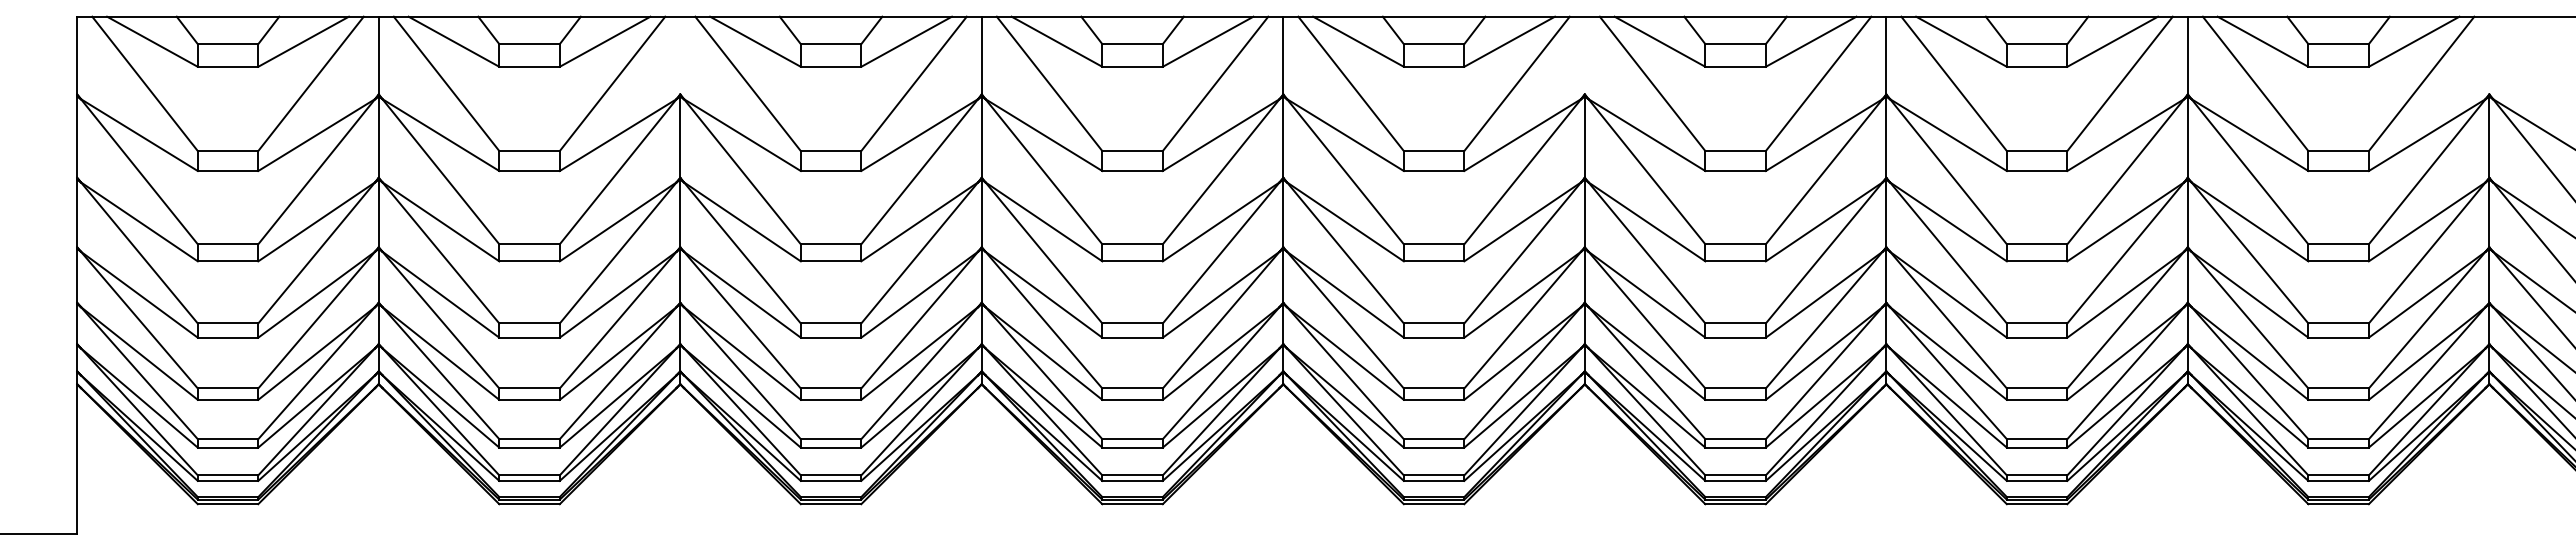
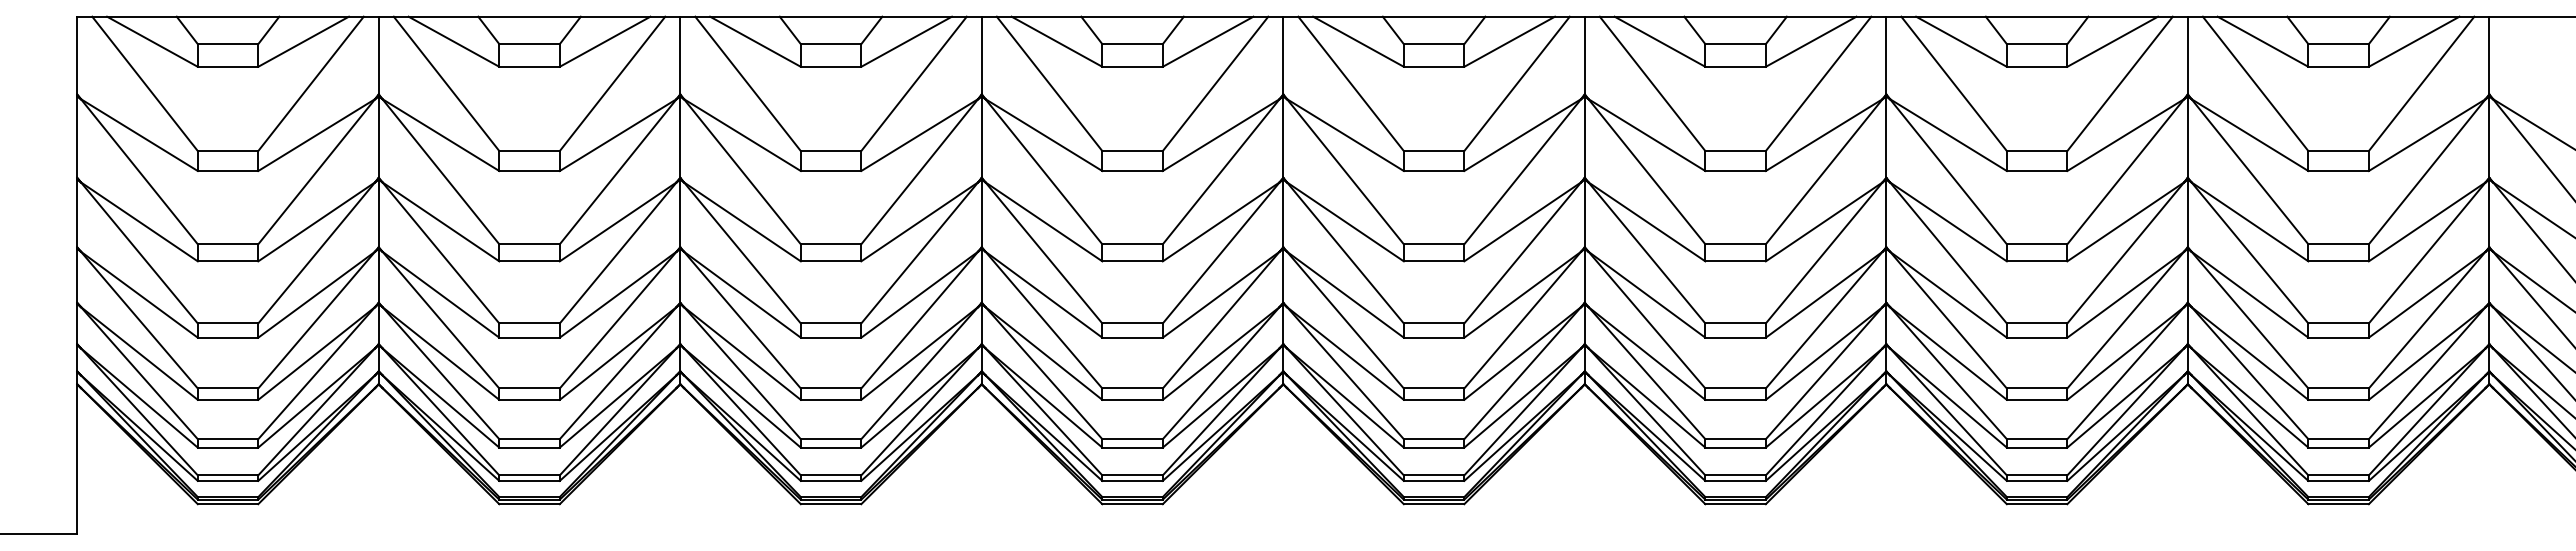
line at (680, 55): none -> present
line at (1584, 55): none -> present
line at (2489, 55): none -> present
